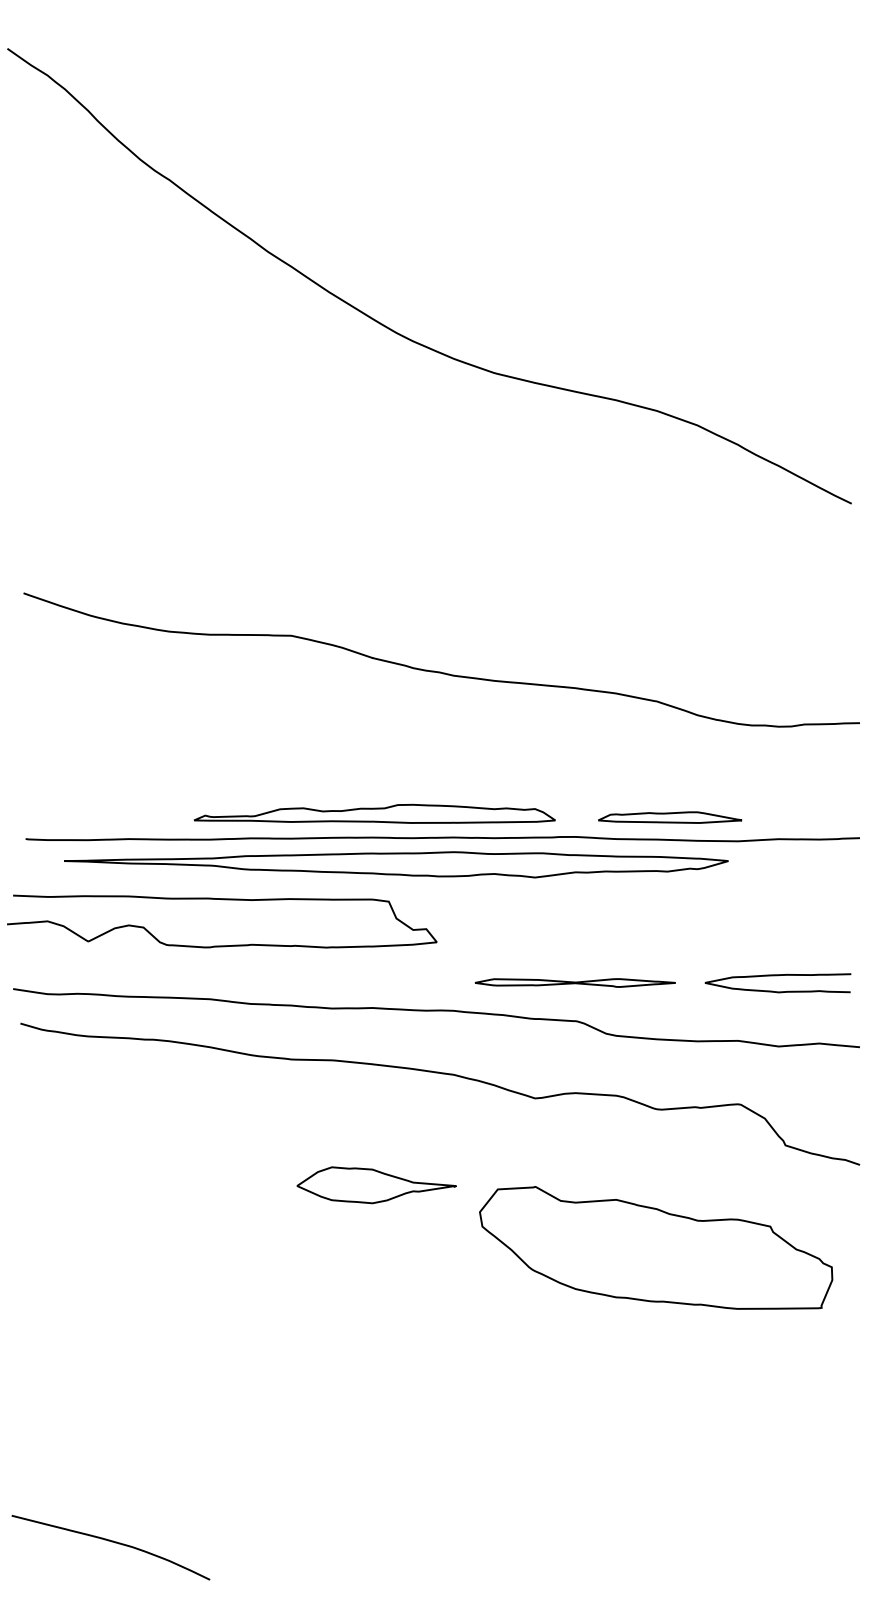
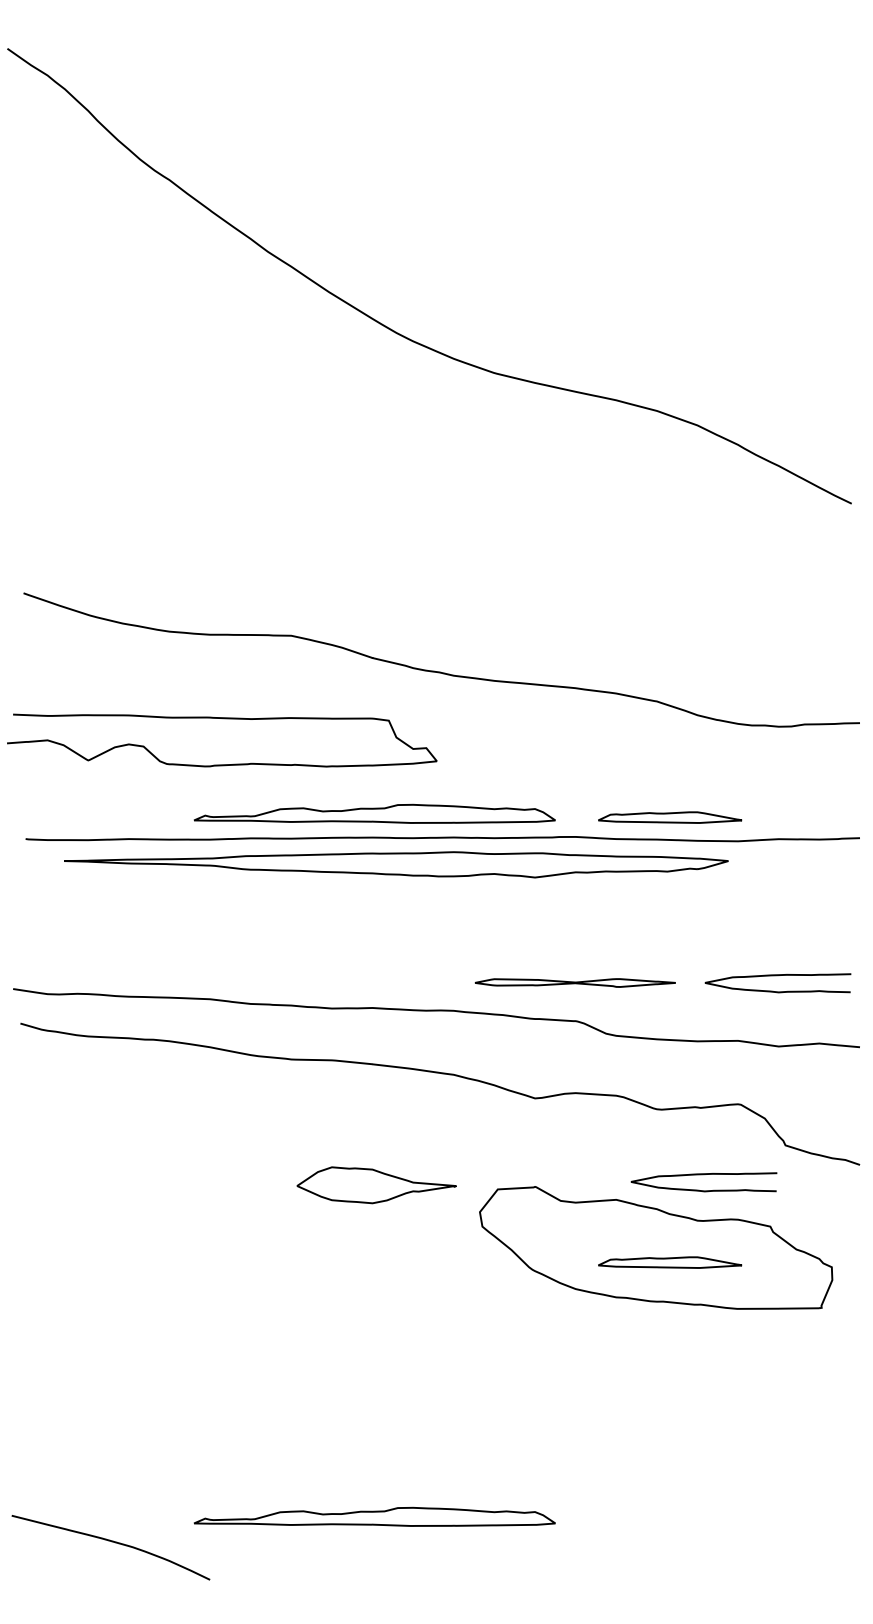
curve at (223, 900) position: (223, 900) -> (223, 719)
curve at (703, 1175): none -> present
part at (670, 1262): none -> present
part at (374, 1516): none -> present
